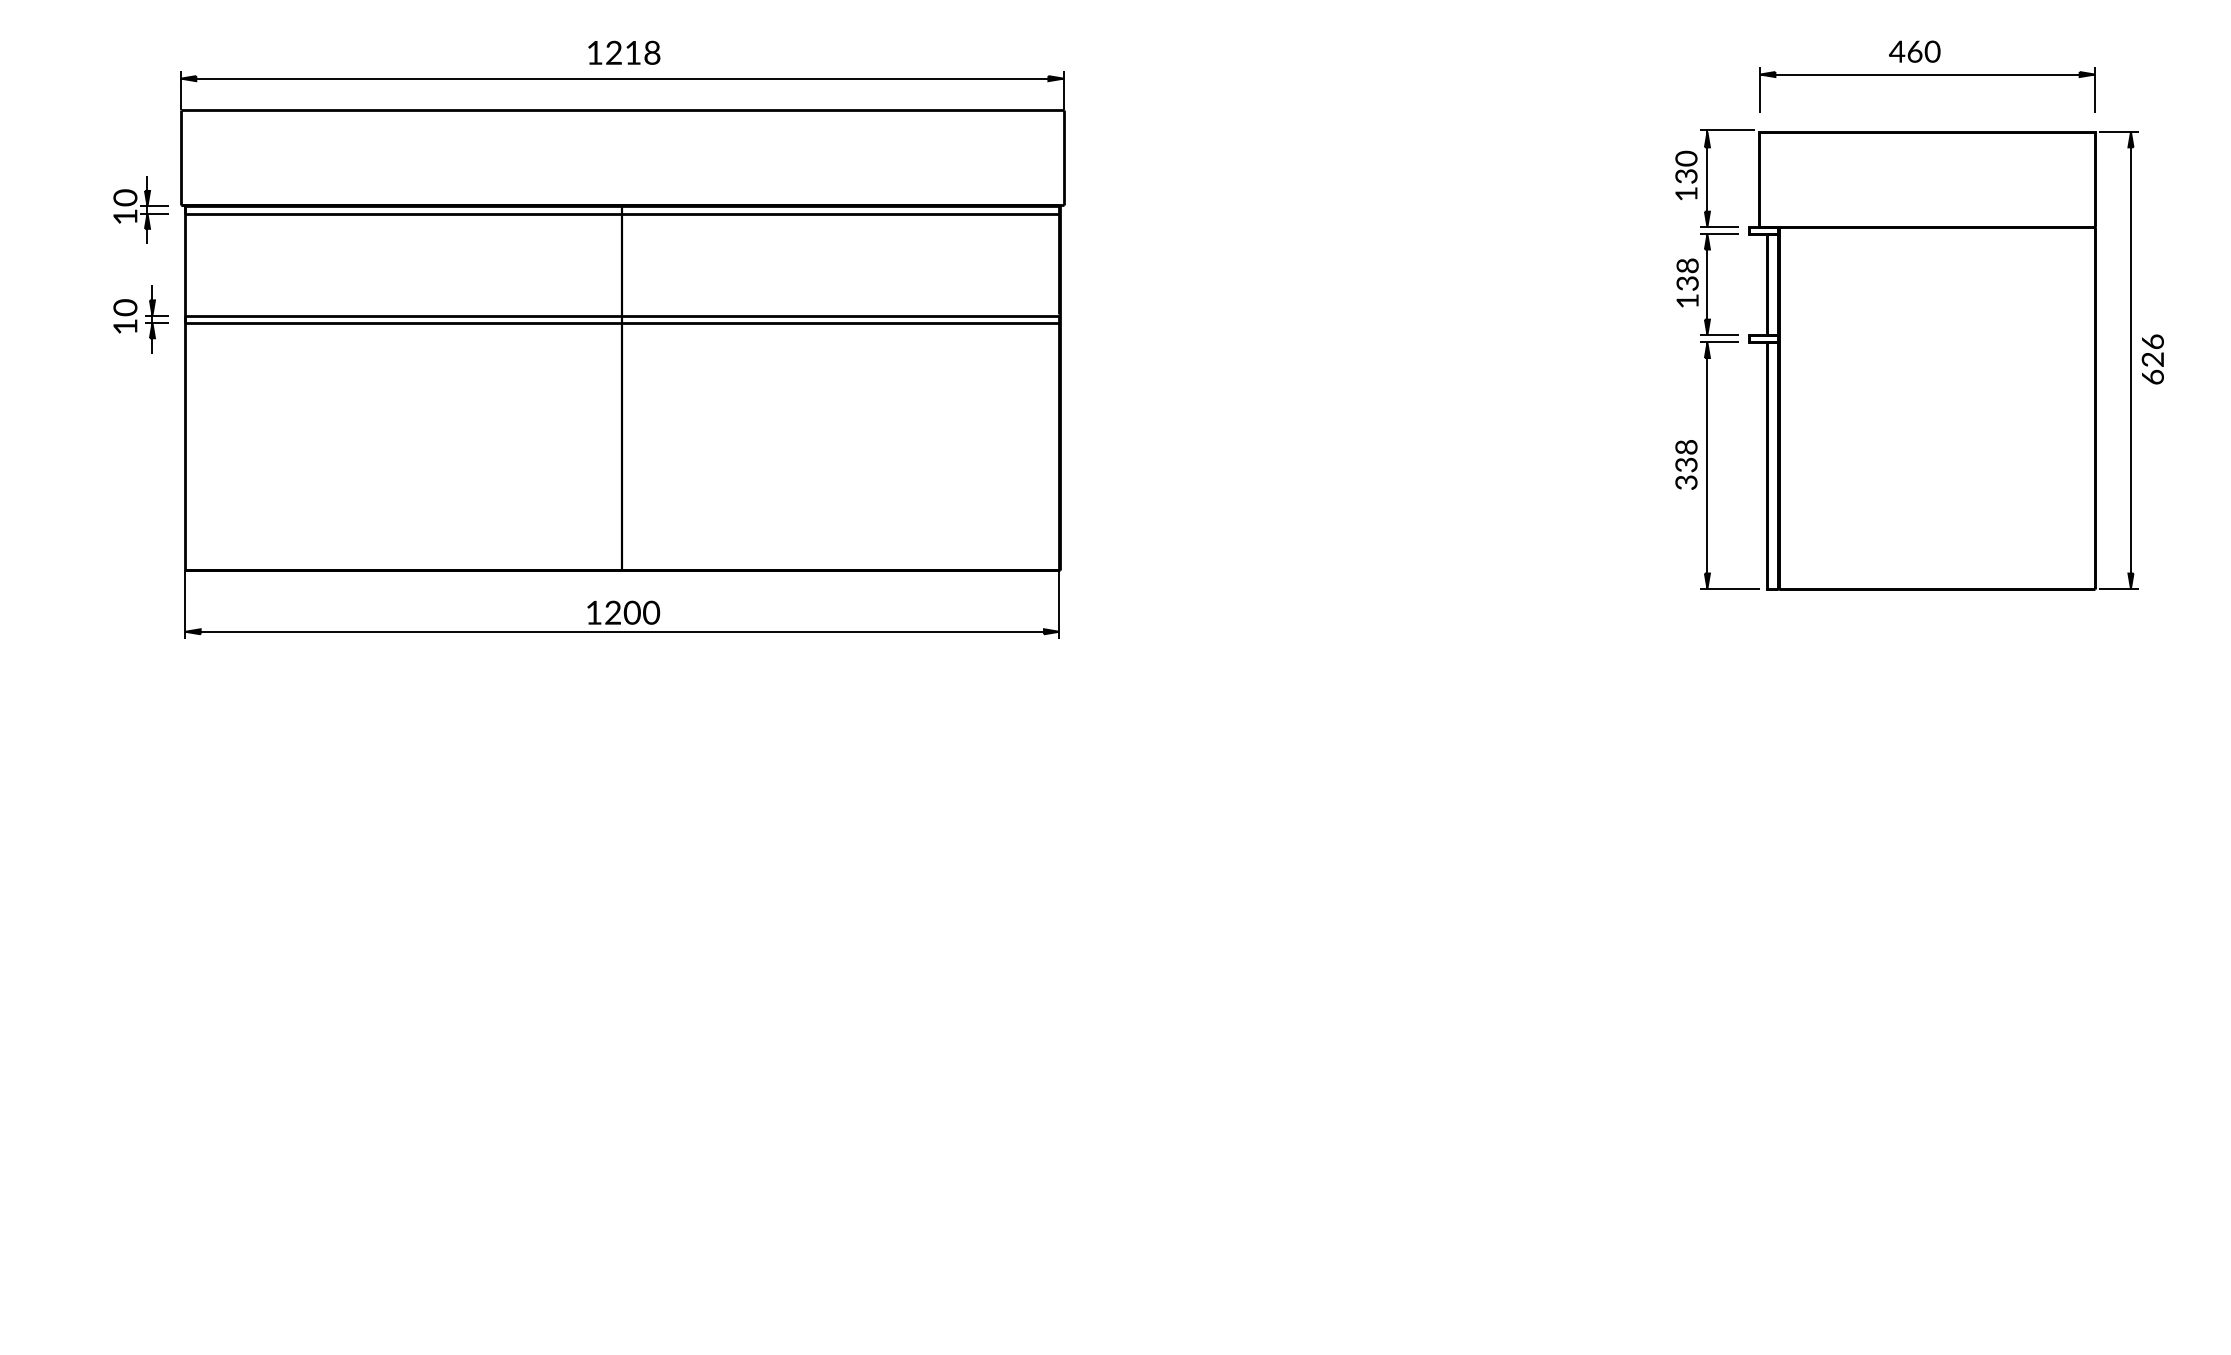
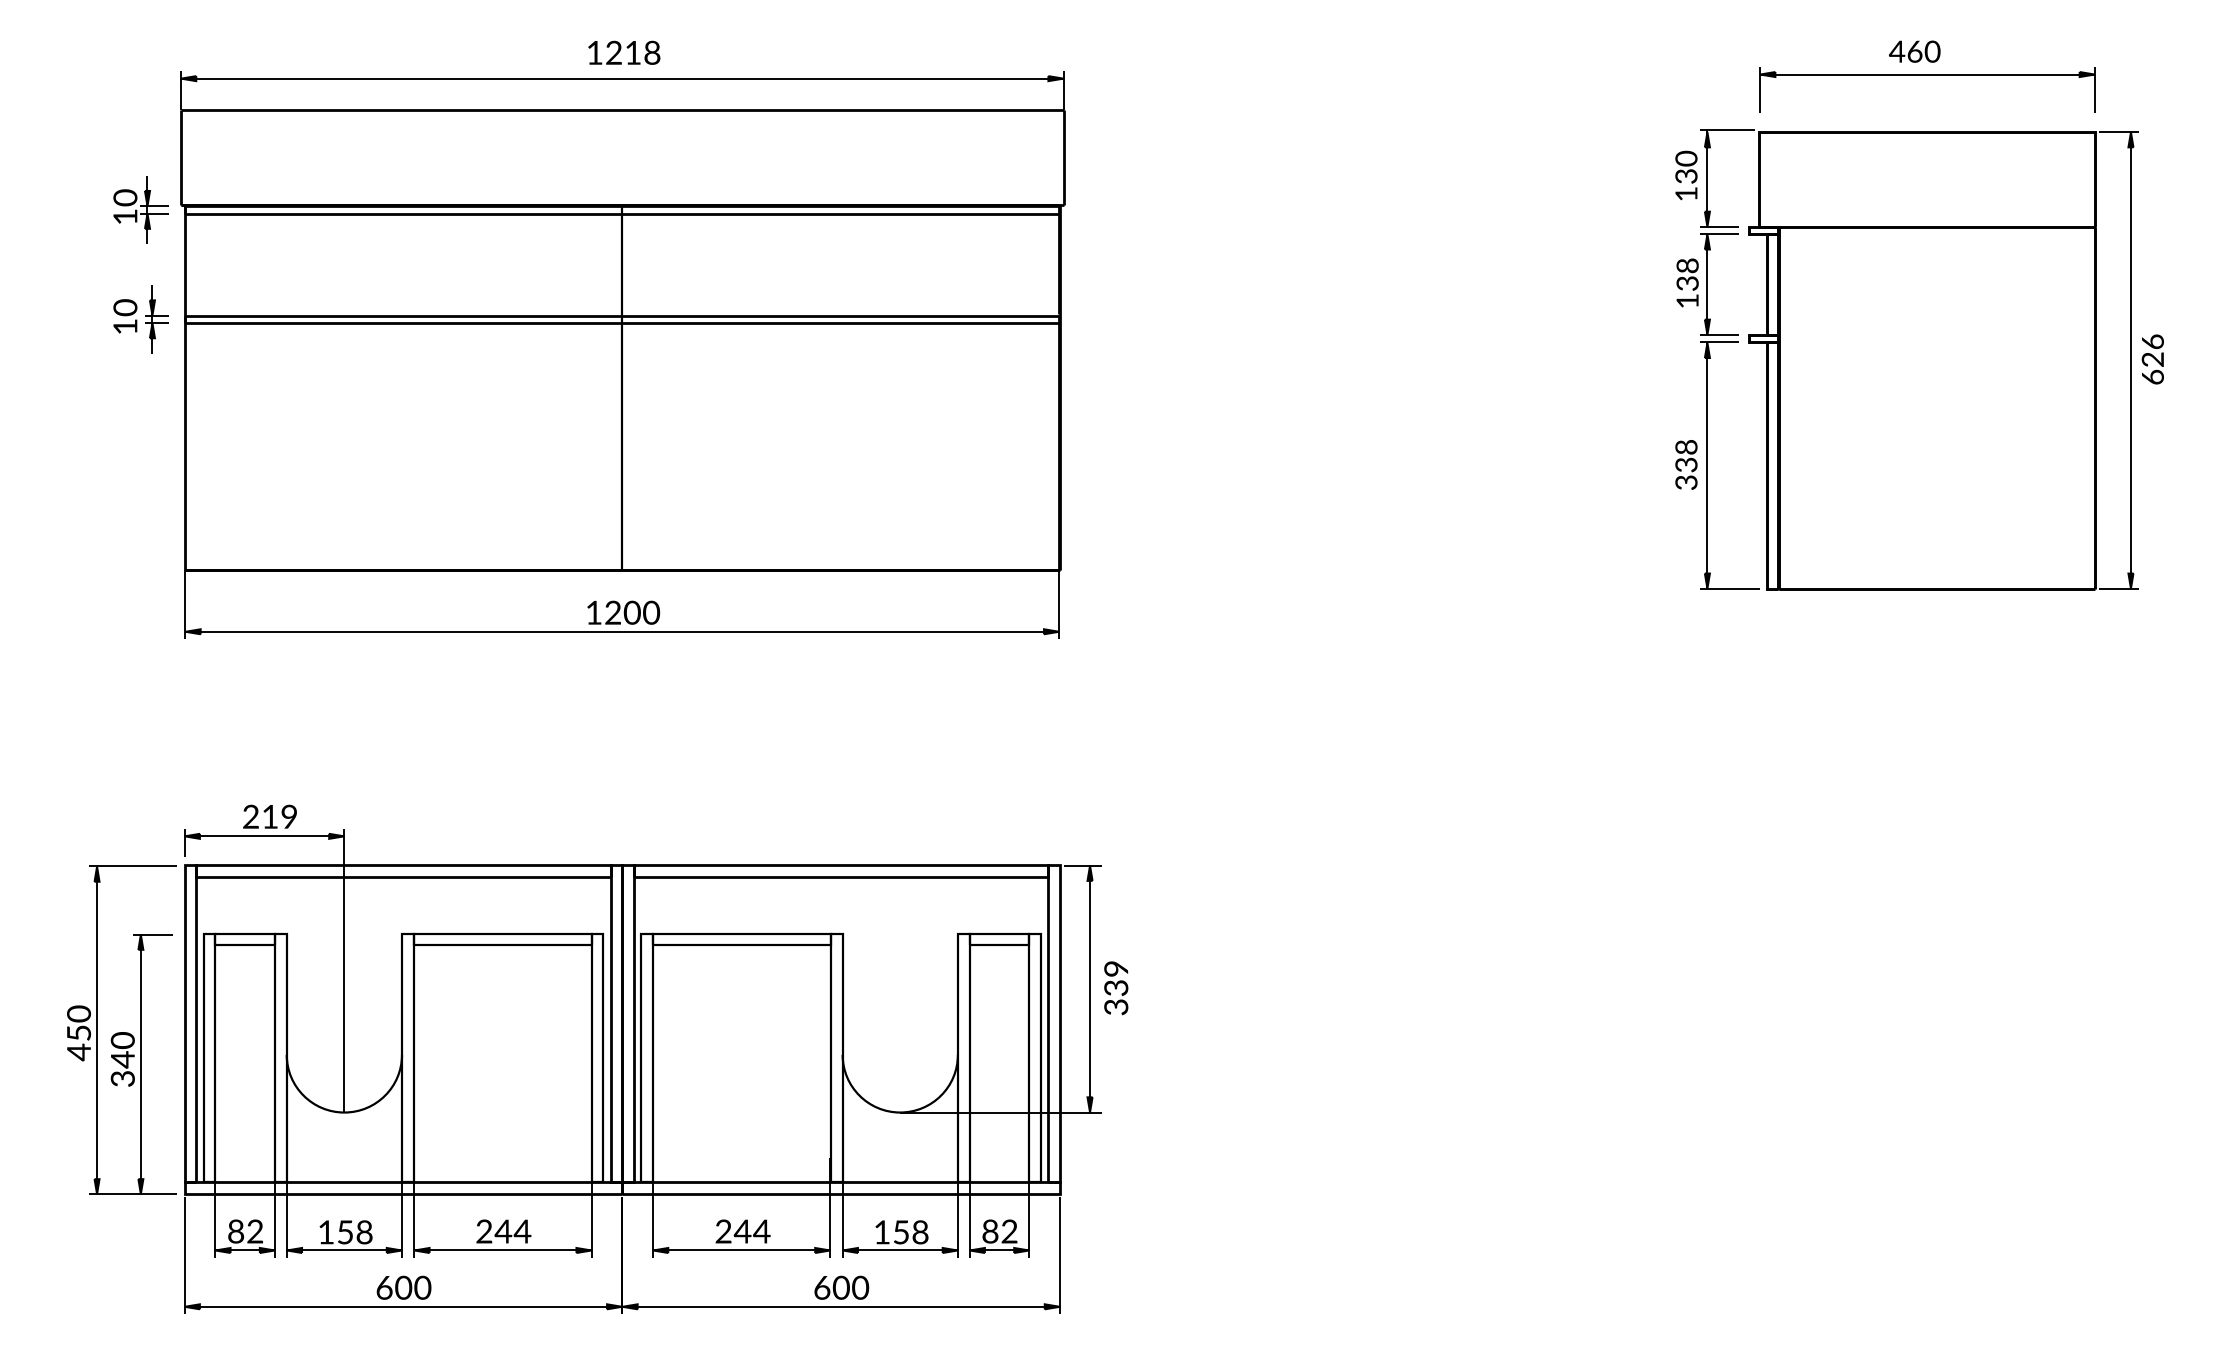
part at (597, 1058): none -> present
